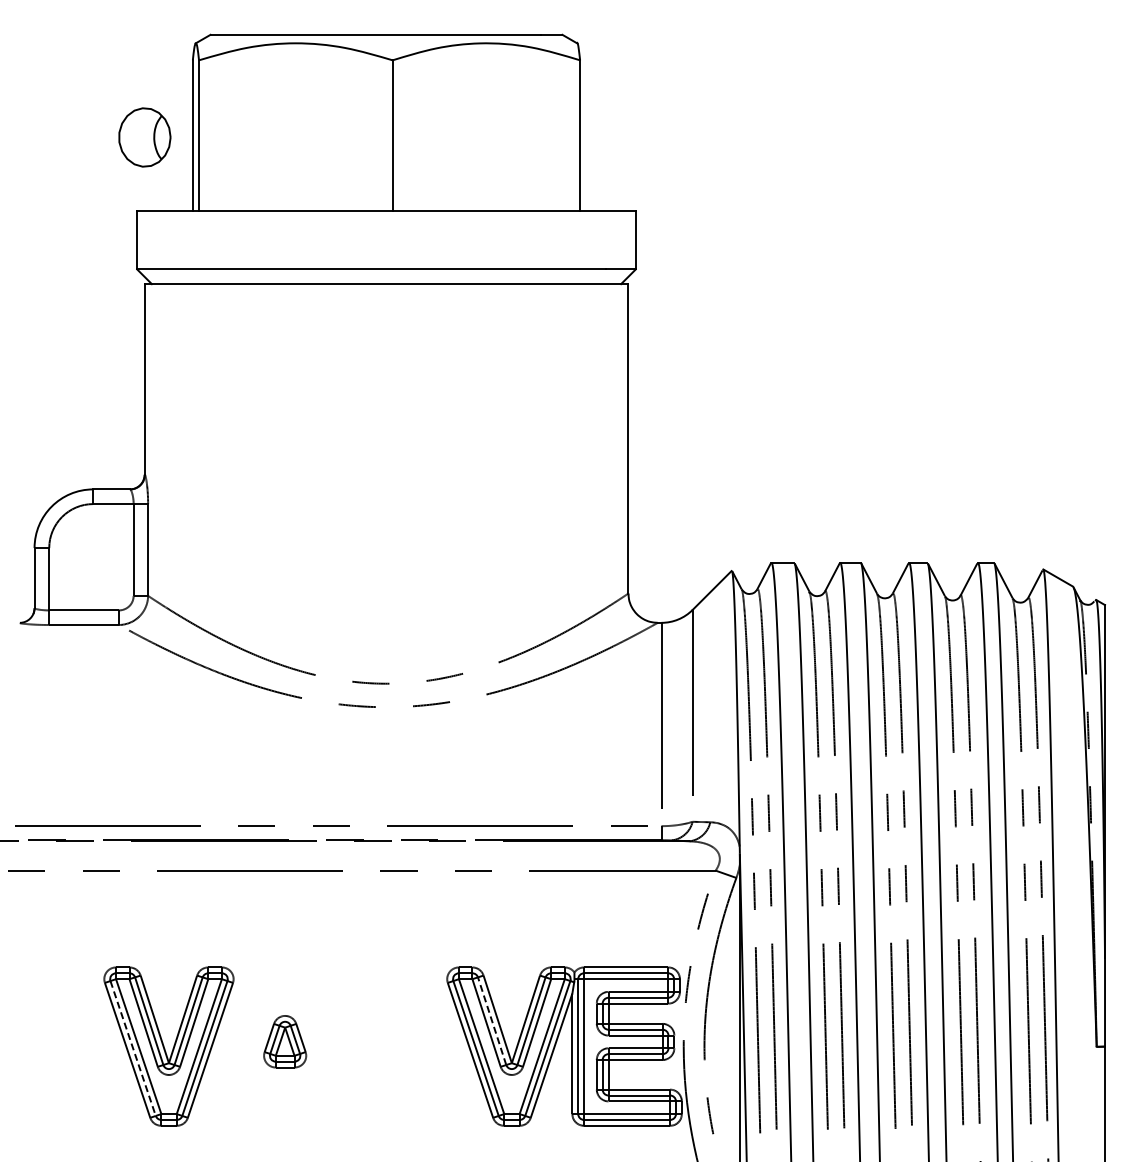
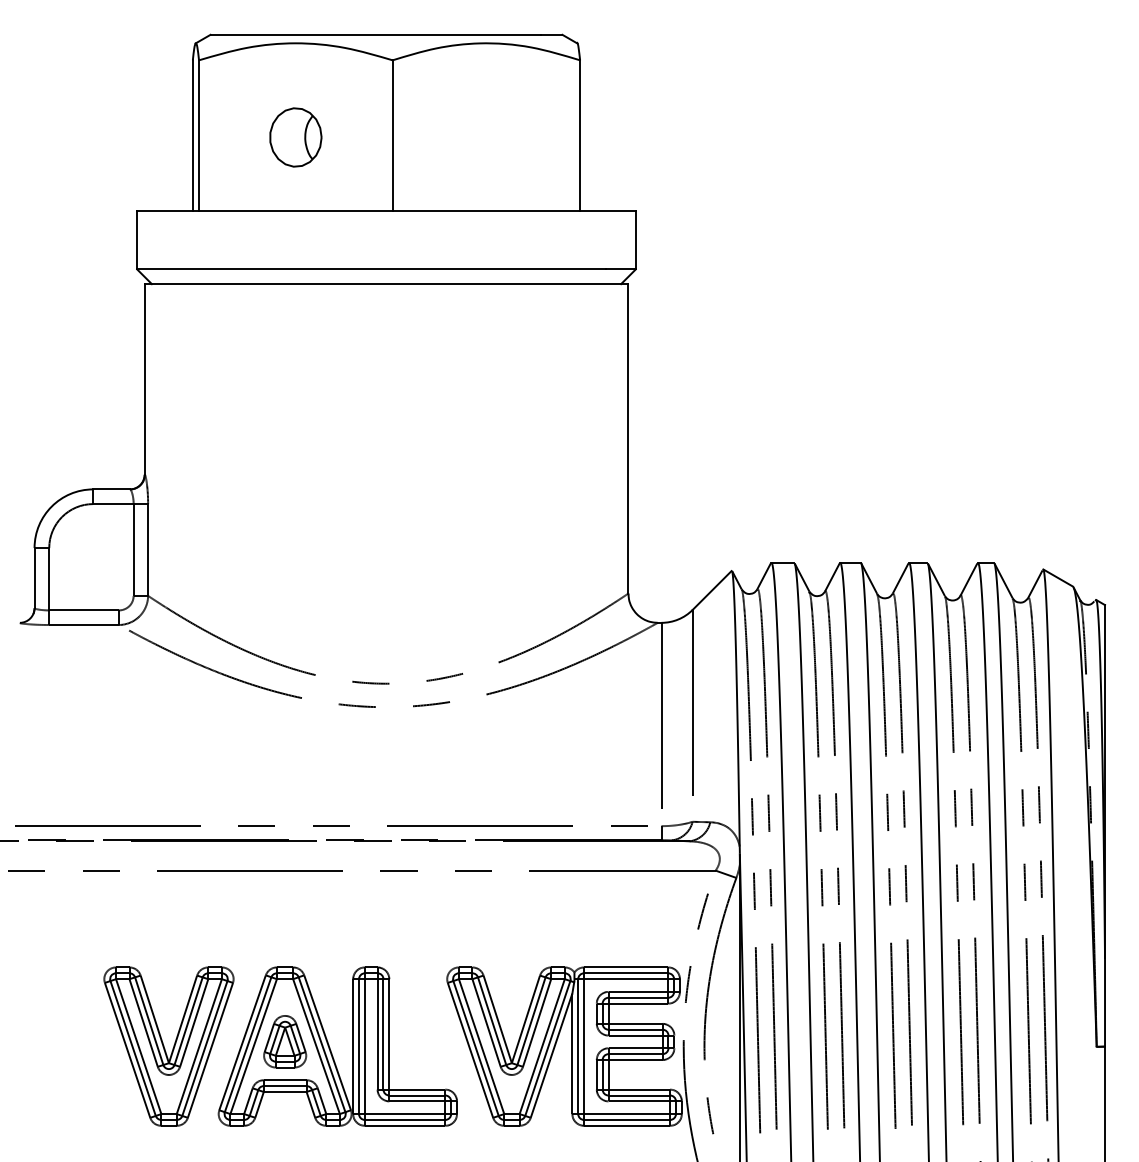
part at (144, 137) position: (144, 137) -> (295, 137)
line at (491, 1020): dashed -> solid
part at (330, 1047): none -> present
line at (133, 1048): dashed -> solid
